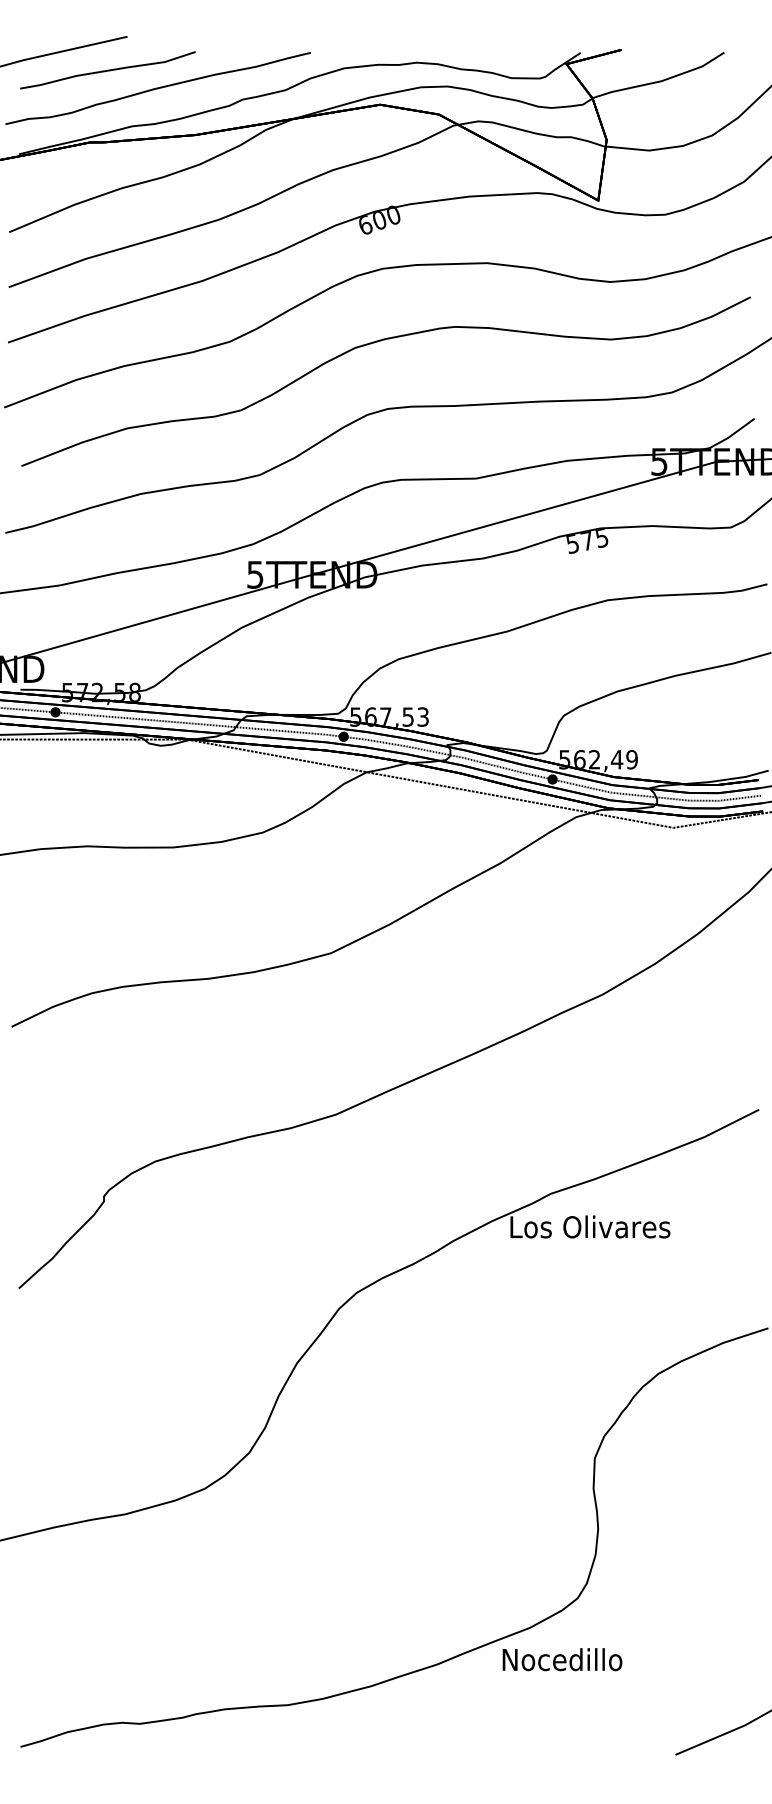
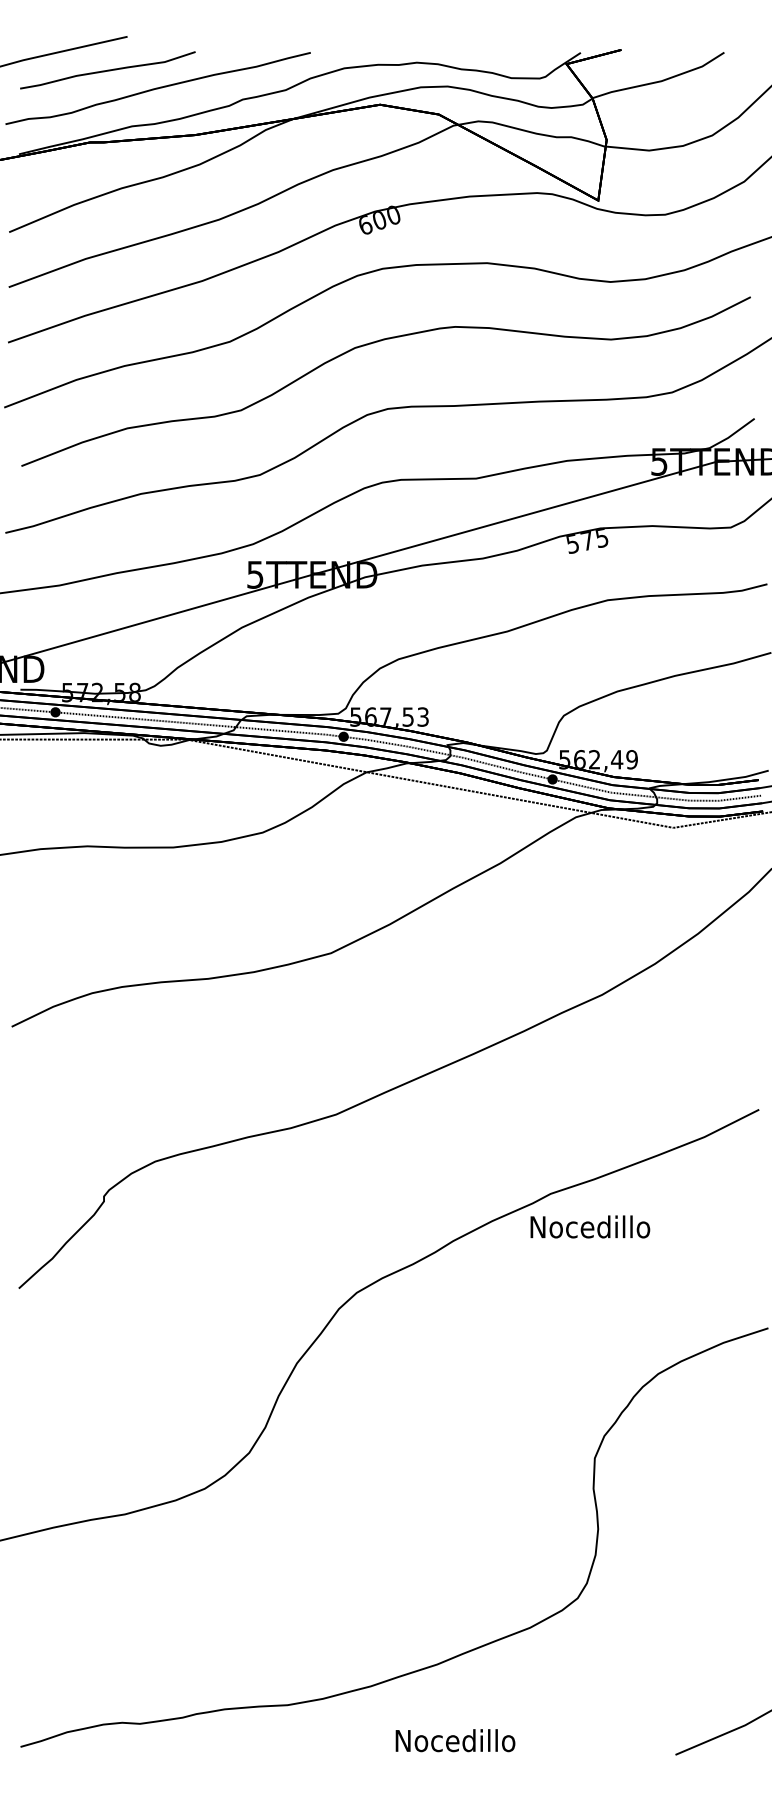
text at (590, 1226): Los Olivares -> Nocedillo
text at (562, 1659) position: (562, 1659) -> (455, 1740)
